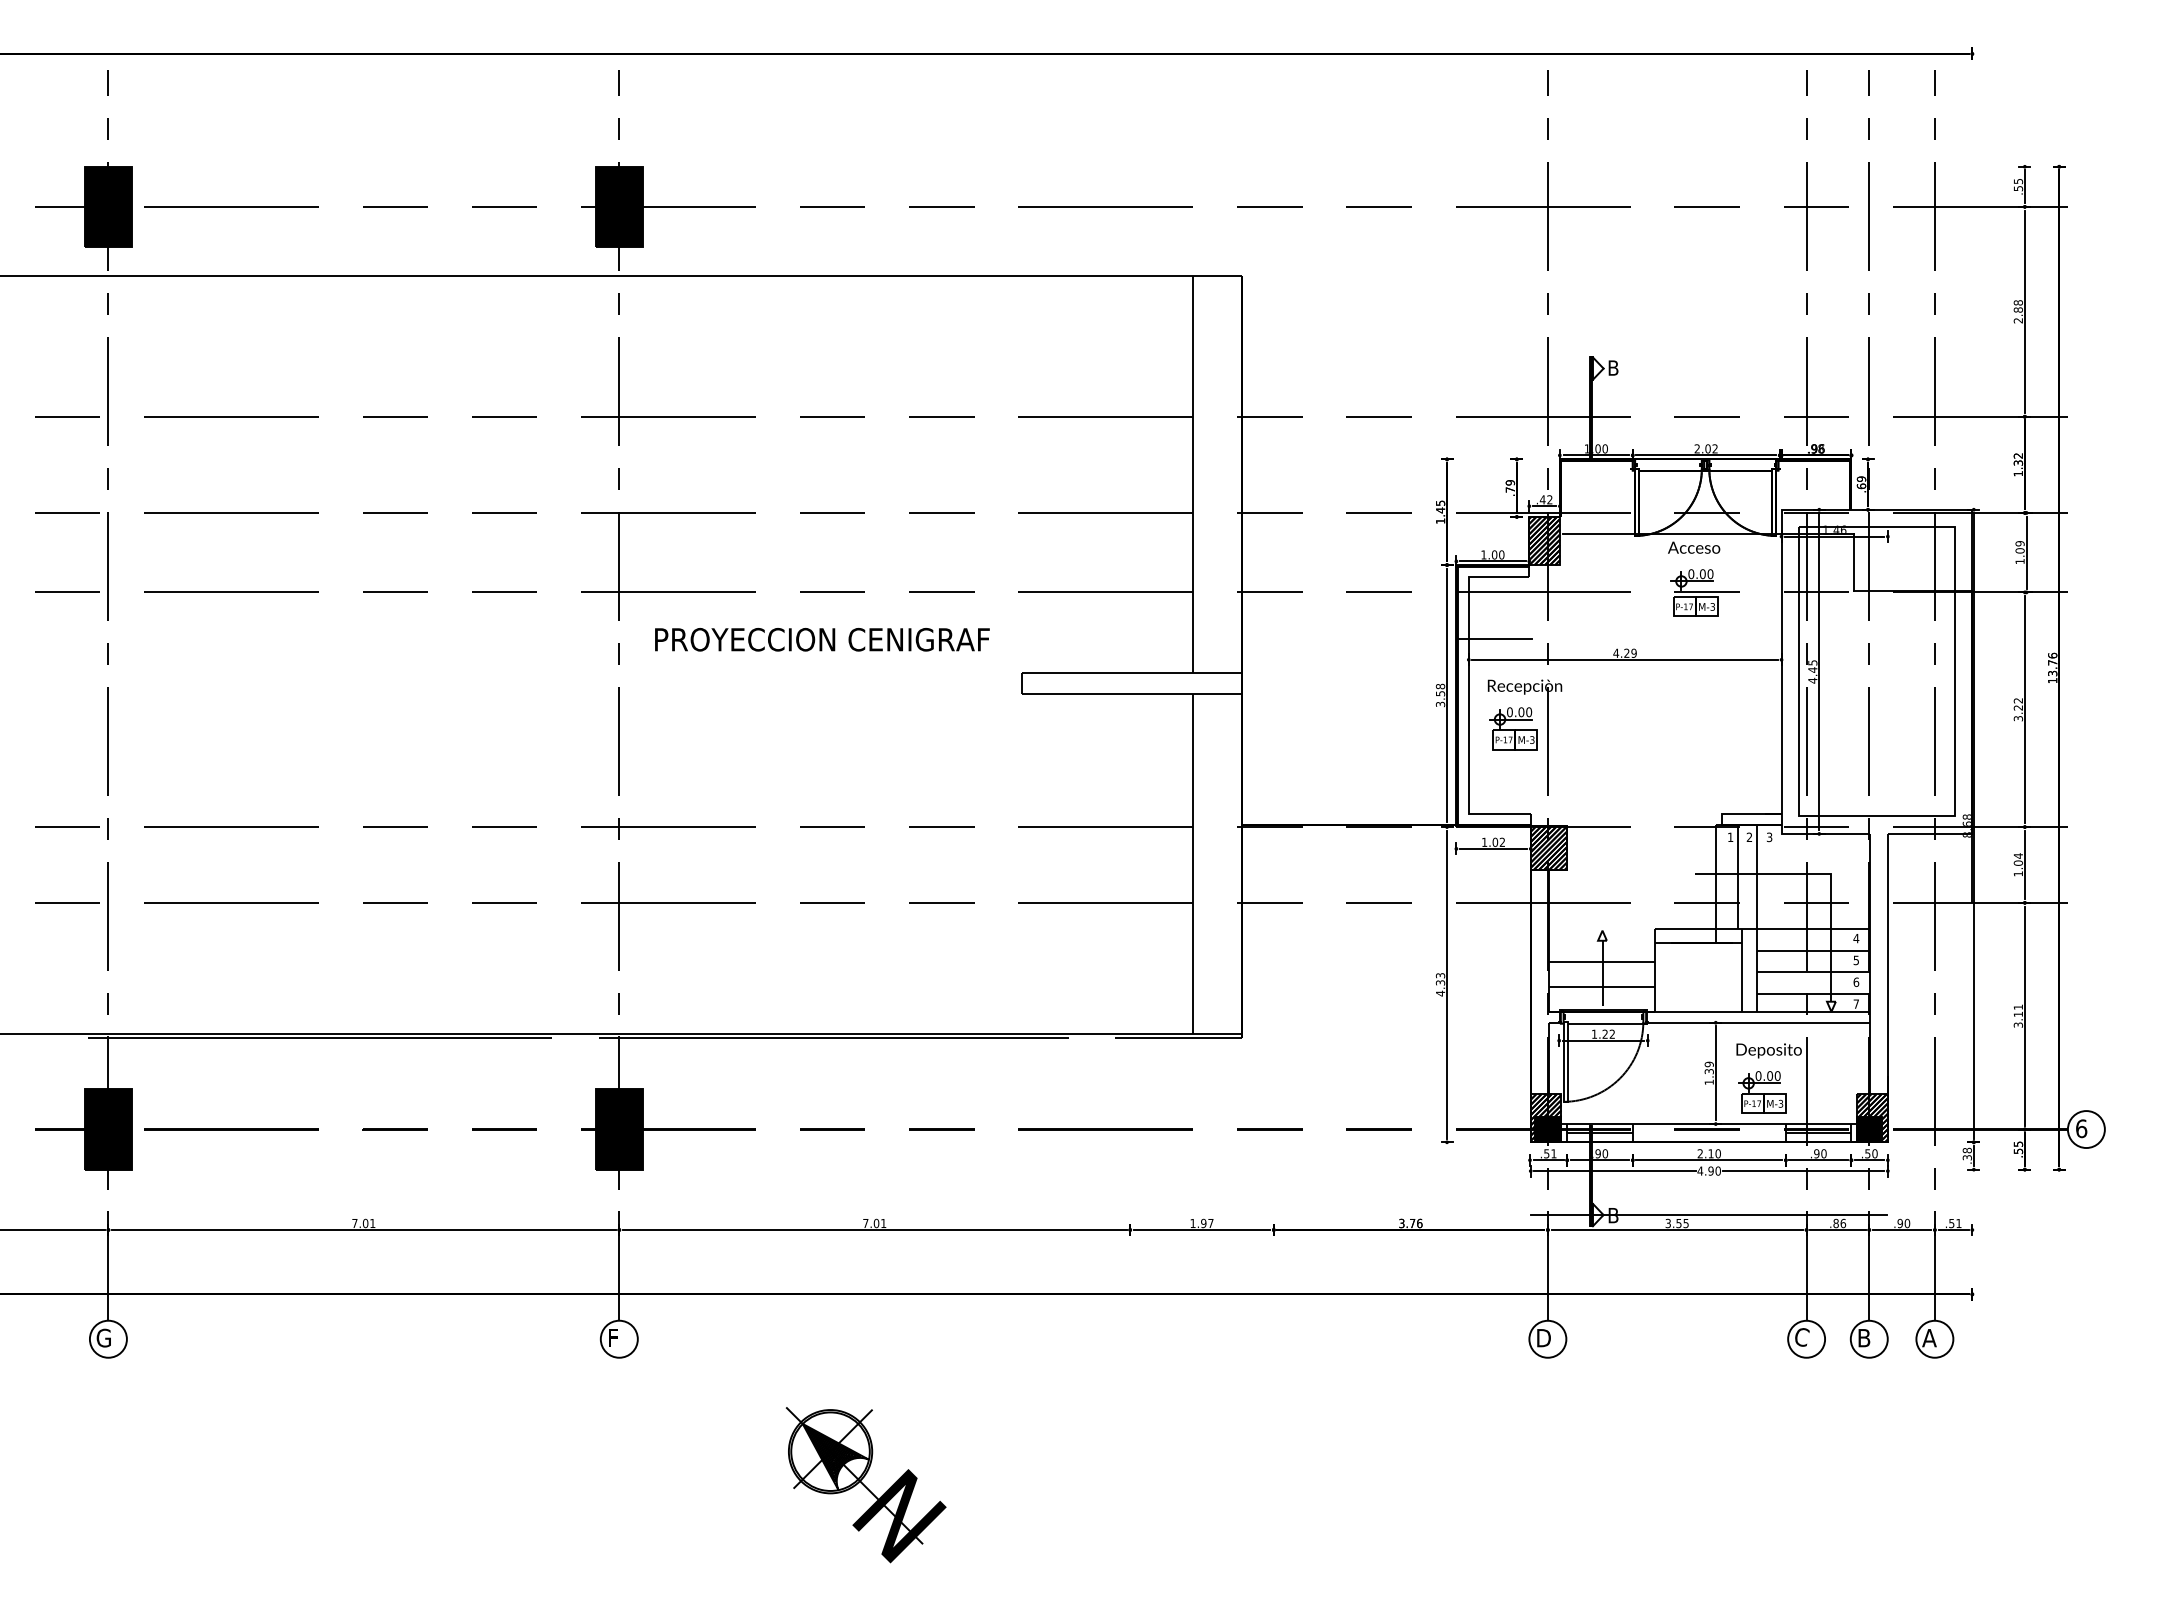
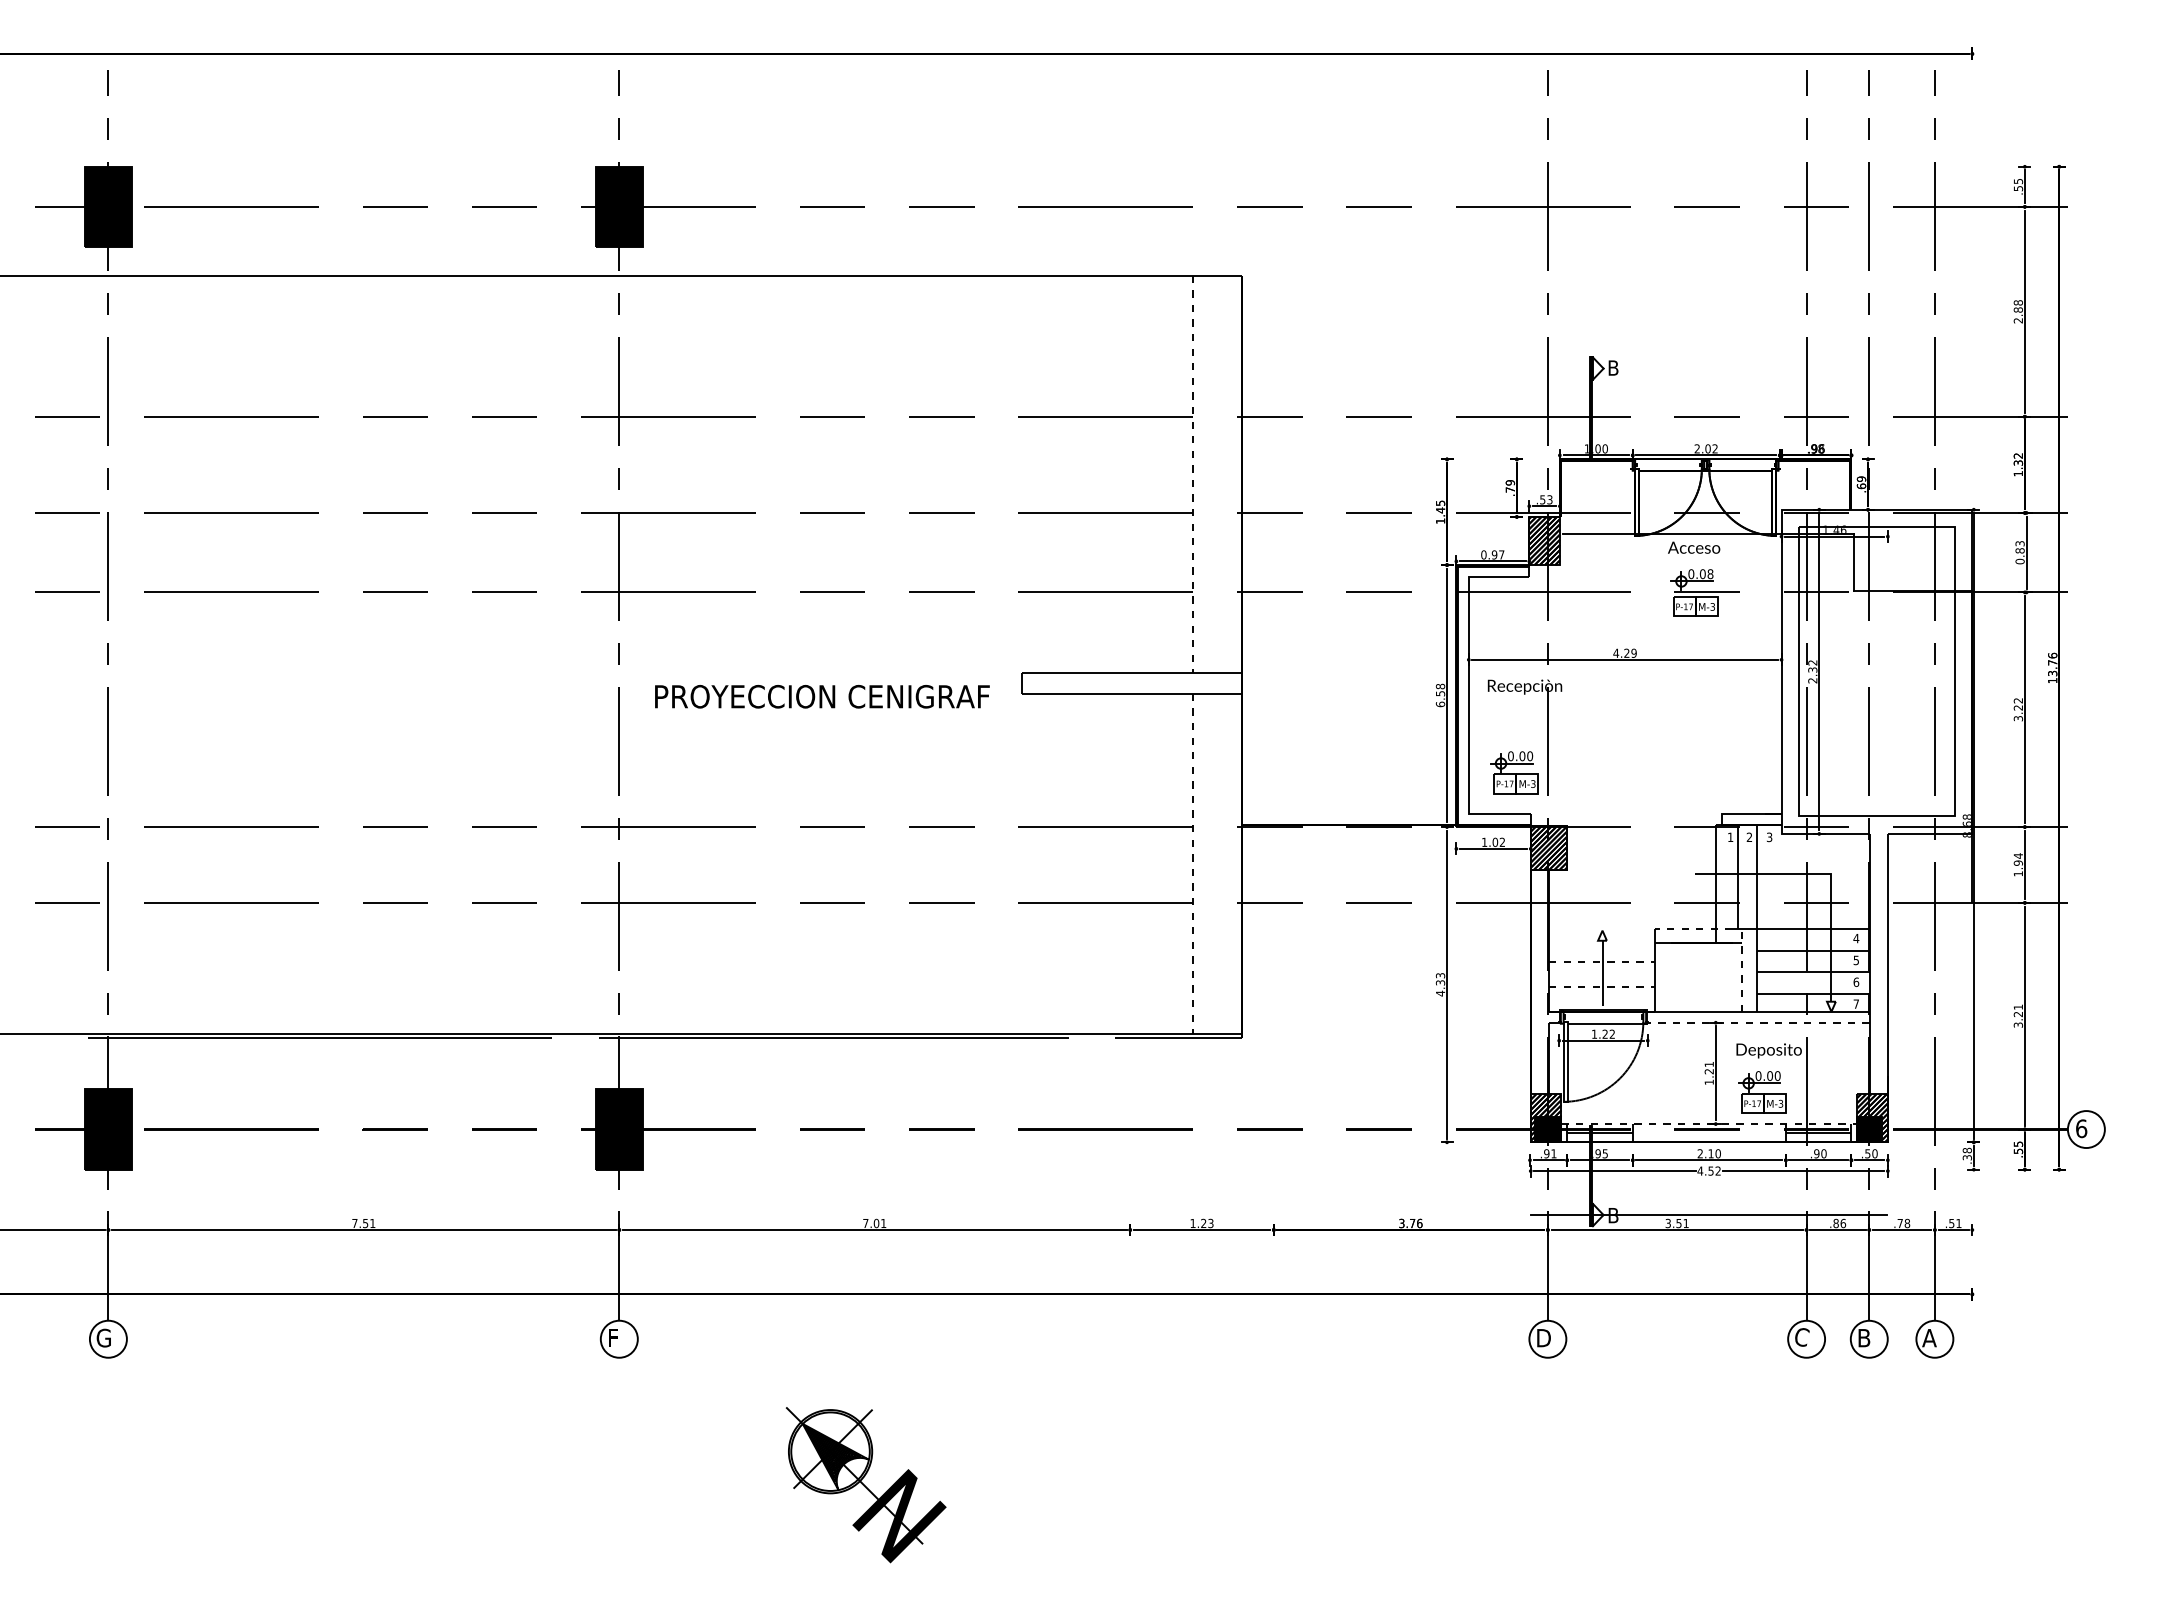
line at (1193, 474): solid -> dashed
text at (1545, 499): .42 -> .53
text at (2019, 552): 1.09 -> 0.83
text at (1492, 554): 1.00 -> 0.97
text at (1710, 573): 0.00 -> 0.08
text at (822, 639) position: (822, 639) -> (822, 696)
line at (1495, 639): present -> none
text at (1812, 671): 4.45 -> 2.32
text at (1440, 704): 3.58 -> 6.58
part at (1513, 728) position: (1513, 728) -> (1514, 772)
text at (2018, 862): 1.04 -> 1.94
line at (1193, 863): solid -> dashed
line at (1693, 928): solid -> dashed
line at (1601, 962): solid -> dashed
line at (1742, 970): solid -> dashed
line at (1601, 987): solid -> dashed
text at (2017, 1014): 3.11 -> 3.21
line at (1758, 1022): solid -> dashed
text at (1708, 1067): 1.39 -> 1.21
line at (1709, 1124): solid -> dashed
text at (1546, 1153): .51 -> .91
text at (1605, 1153): .90 -> .95
text at (1714, 1170): 4.90 -> 4.52
text at (365, 1223): 7.01 -> 7.51
text at (1207, 1223): 1.97 -> 1.23
text at (1685, 1223): 3.55 -> 3.51
text at (1903, 1223): .90 -> .78
